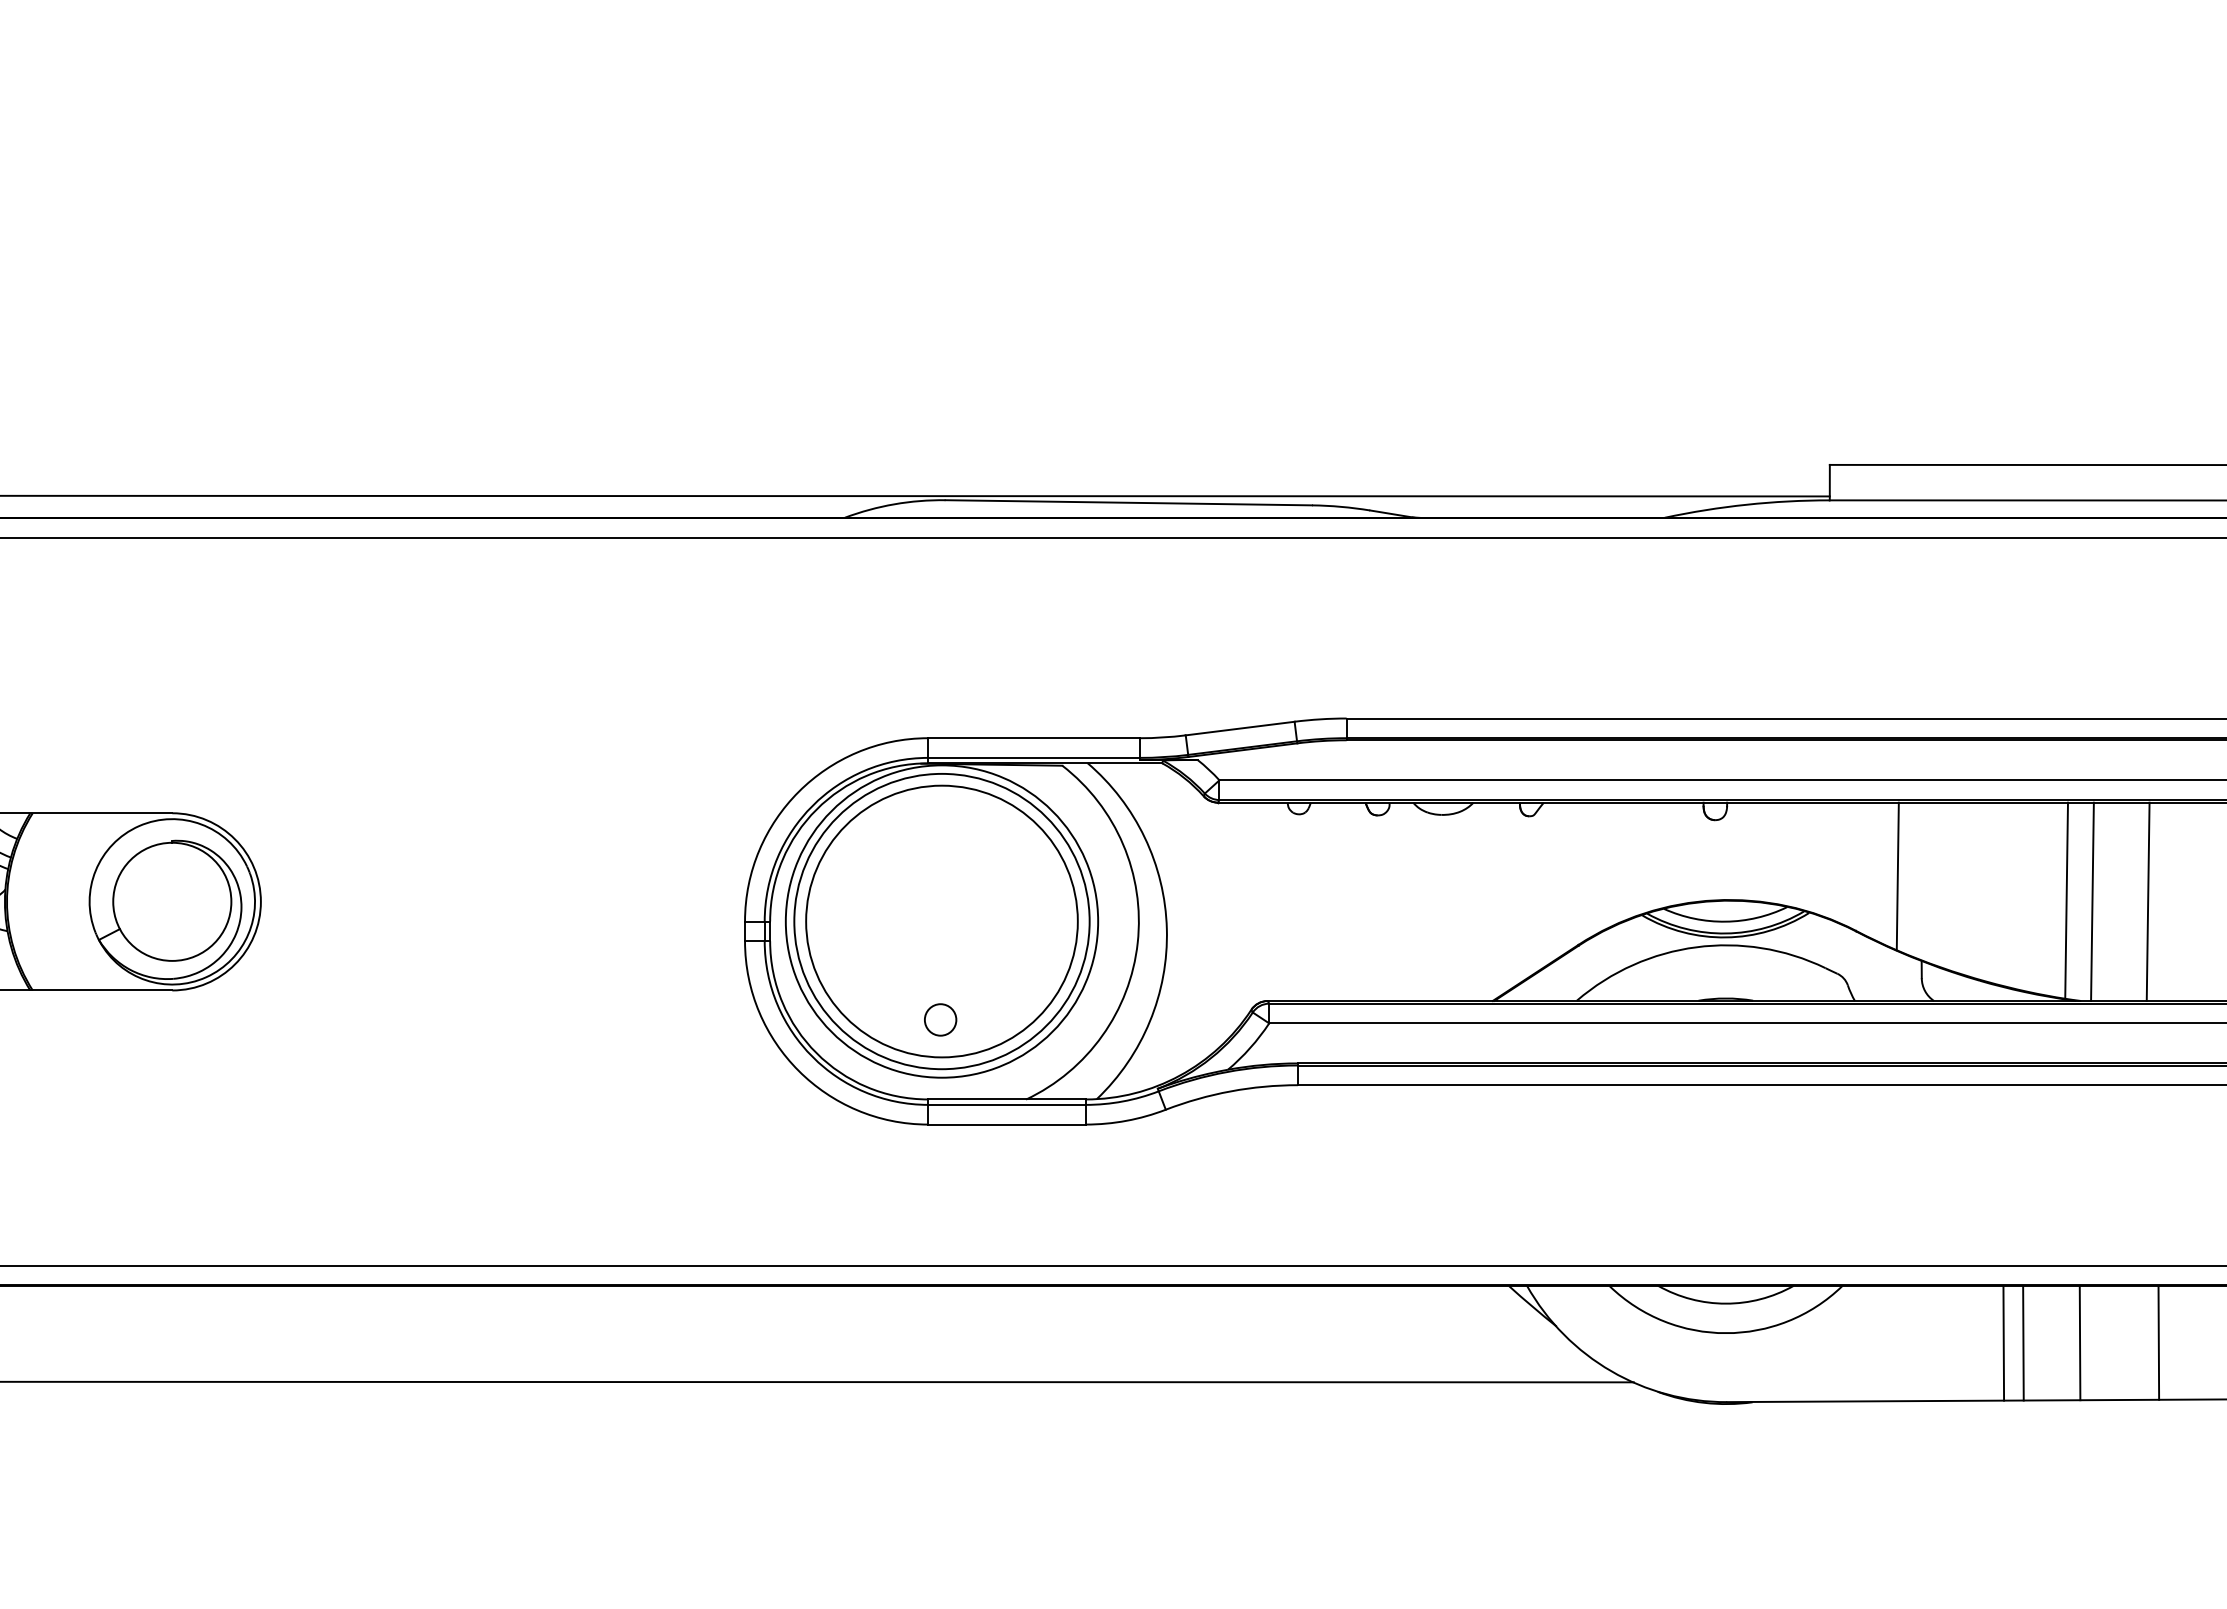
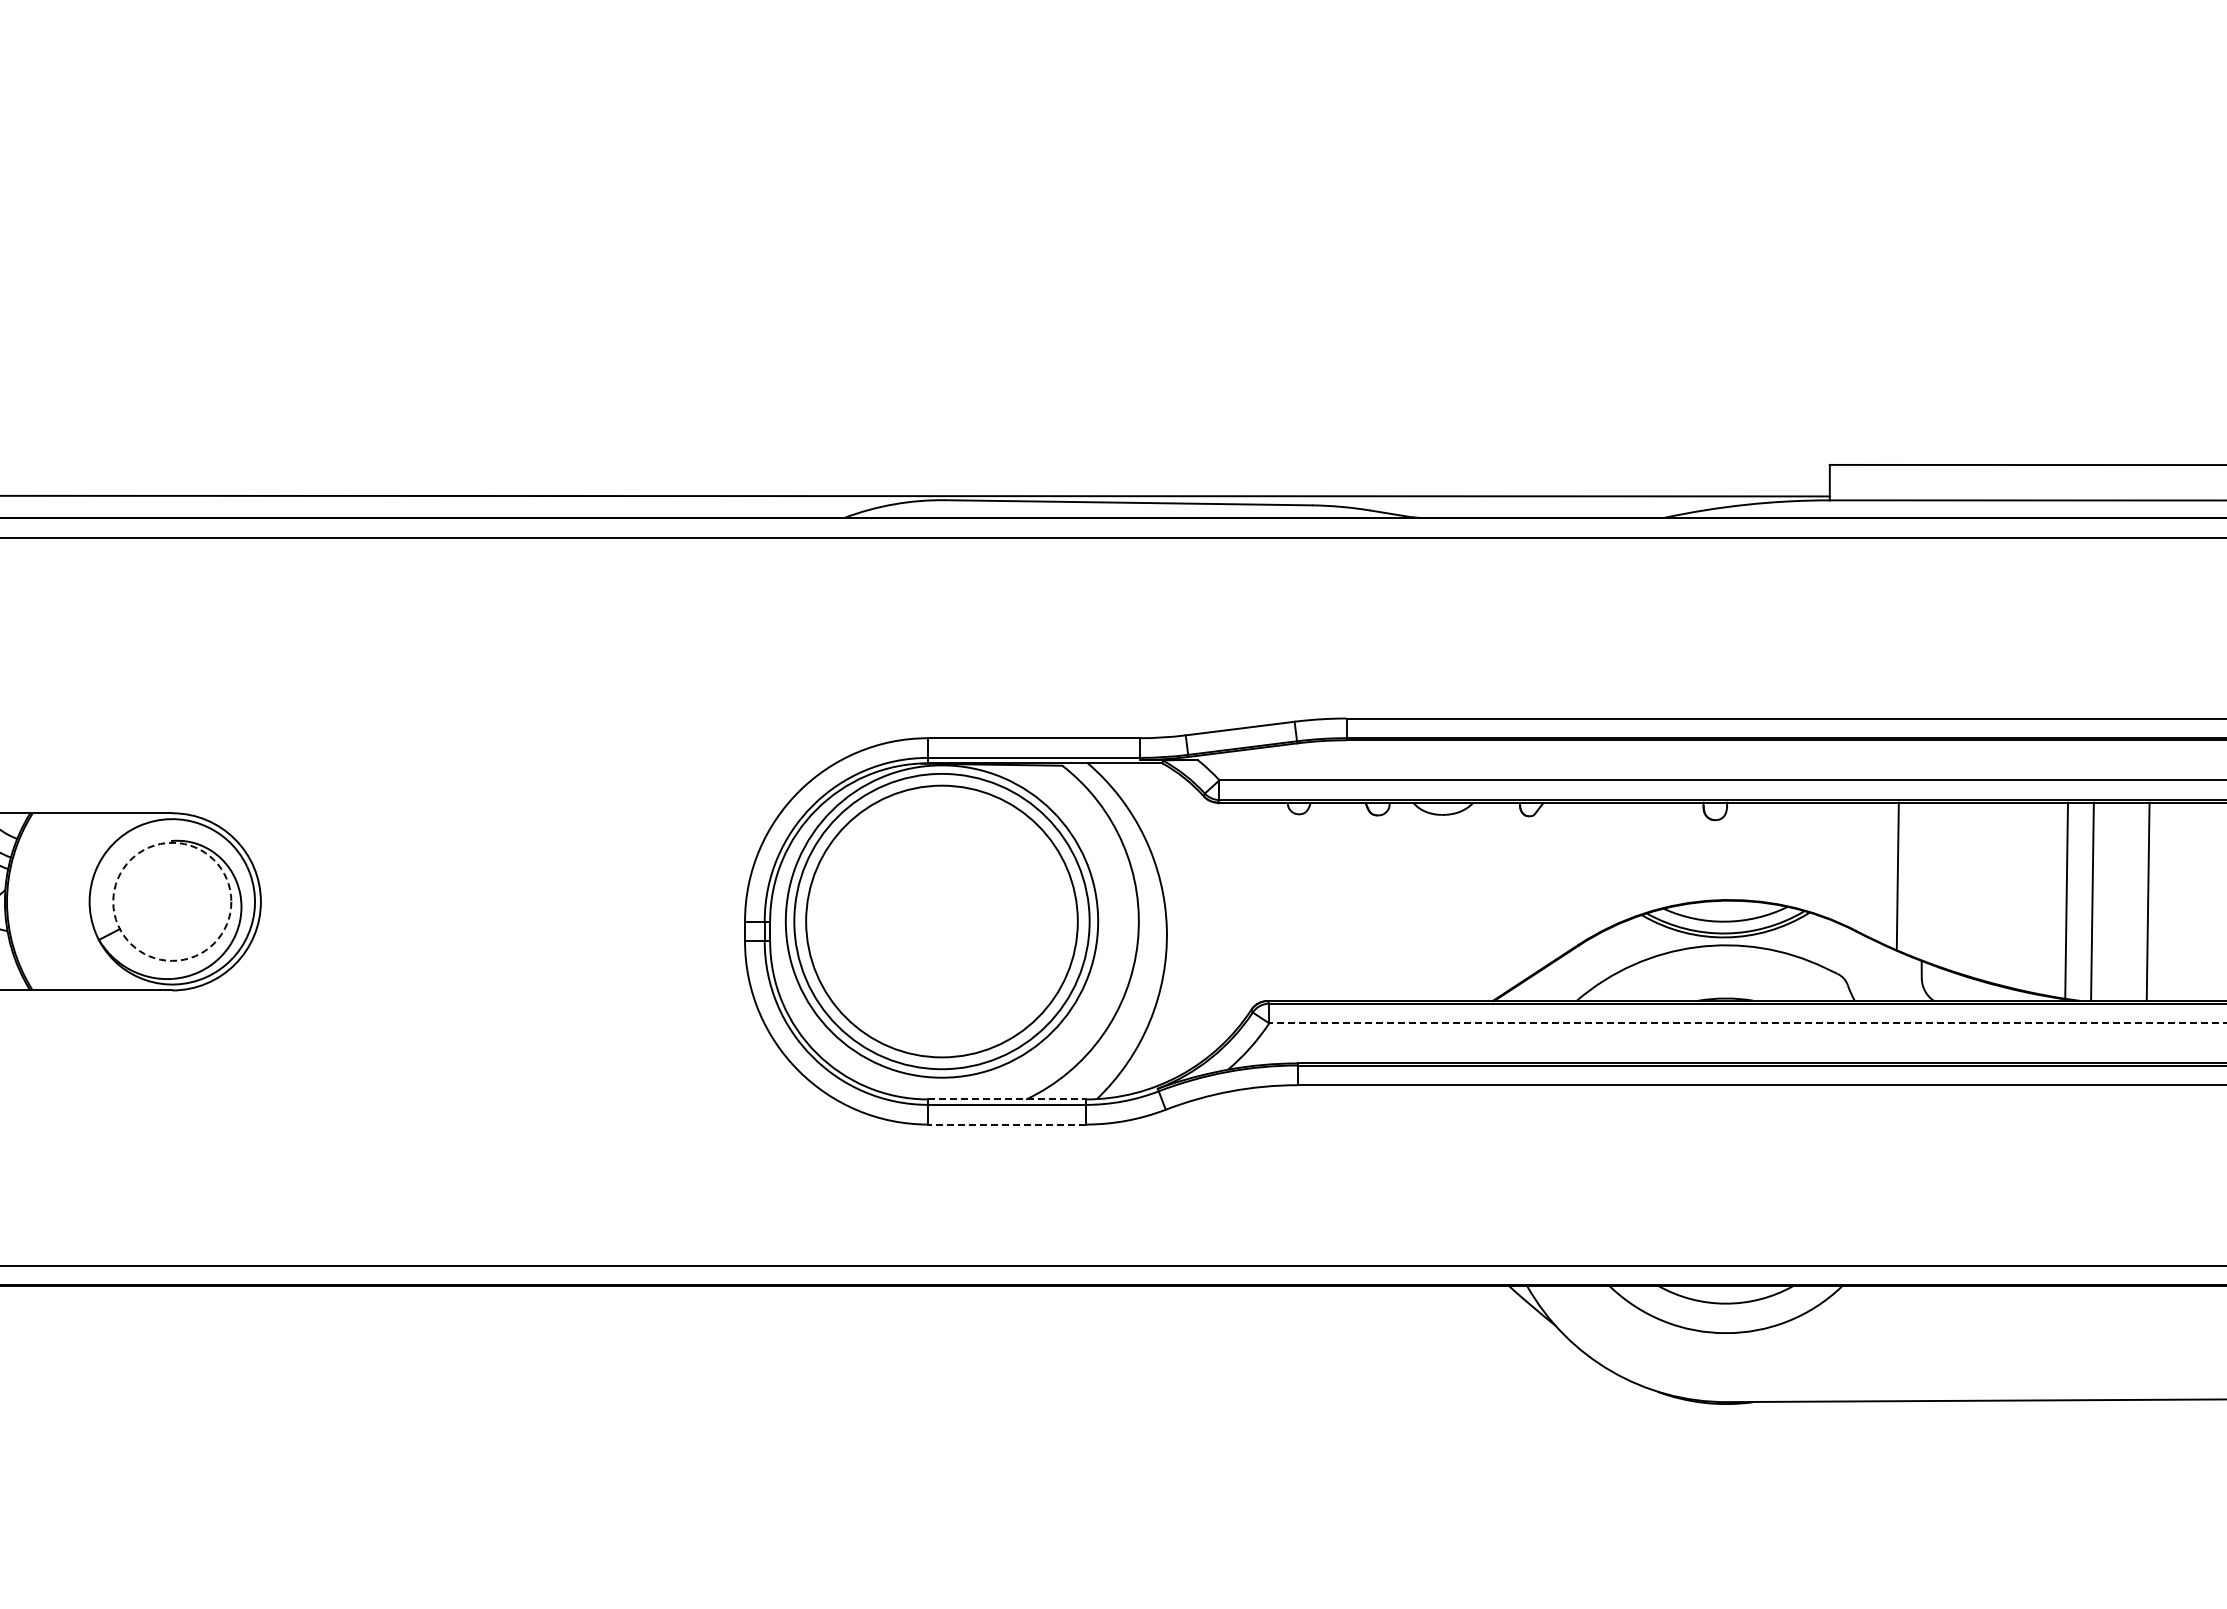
circle at (172, 901): solid -> dashed
circle at (940, 1019): present -> none
line at (1747, 1023): solid -> dashed
line at (1007, 1099): solid -> dashed
line at (1007, 1124): solid -> dashed
line at (2003, 1342): present -> none
line at (2023, 1342): present -> none
line at (2079, 1342): present -> none
line at (2158, 1342): present -> none
line at (817, 1381): present -> none
